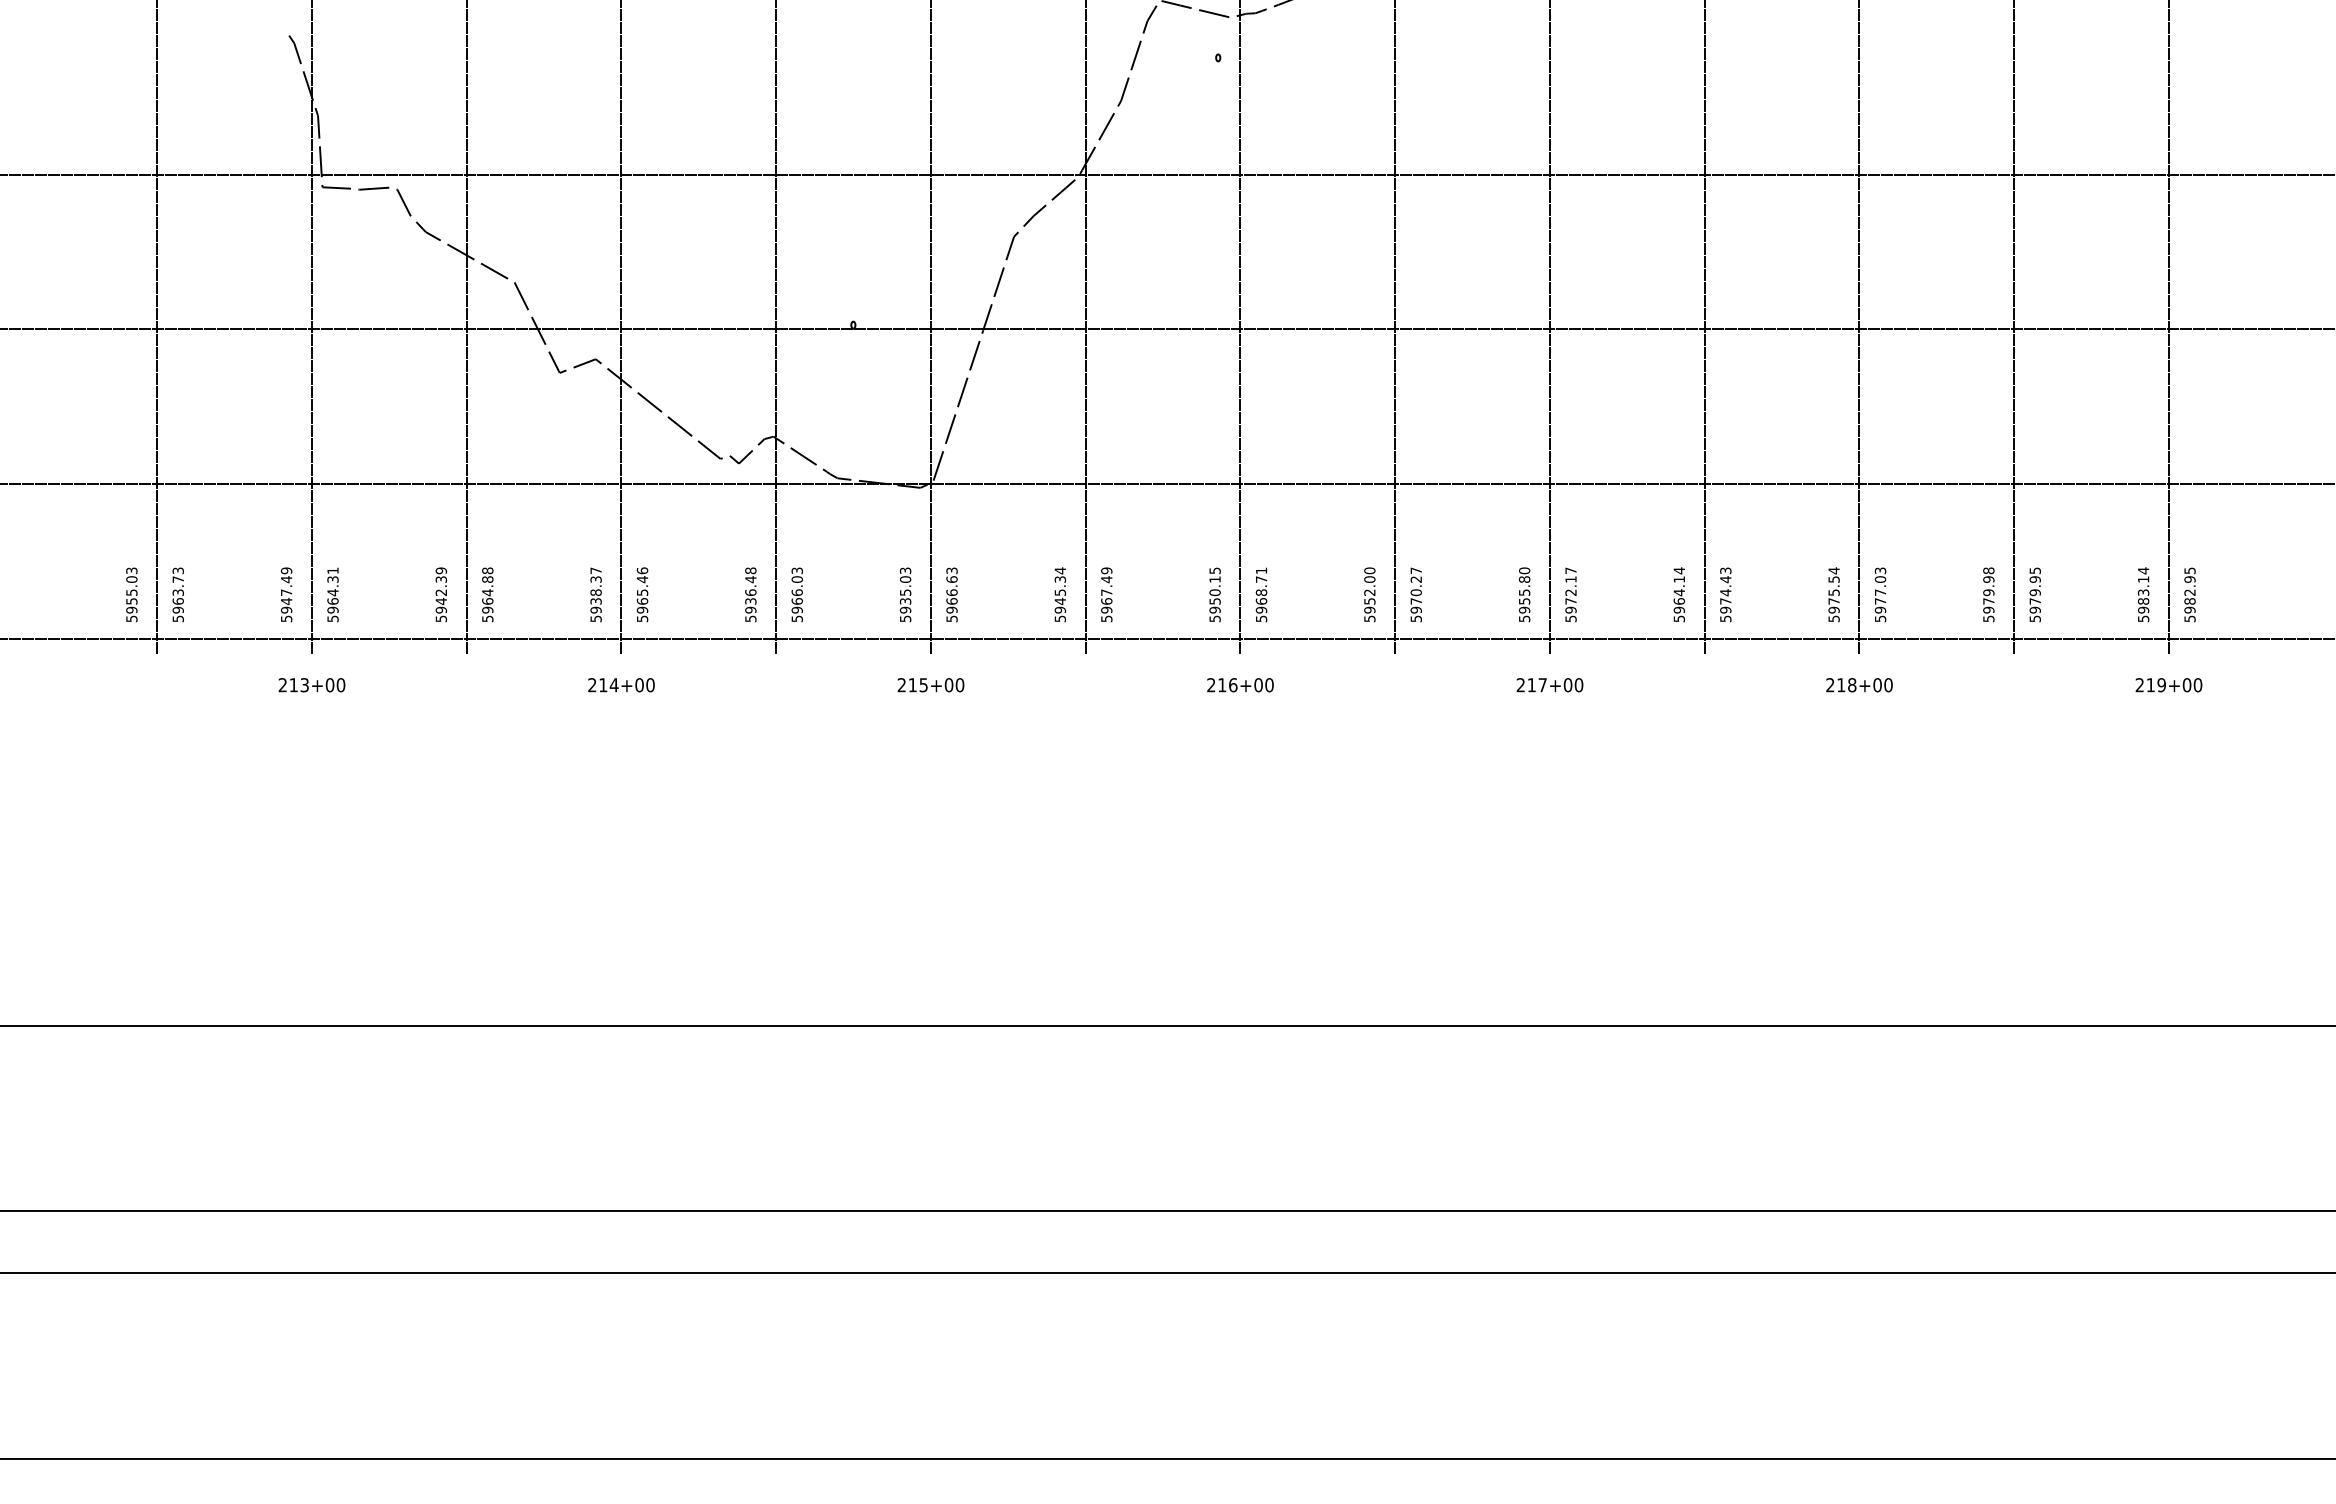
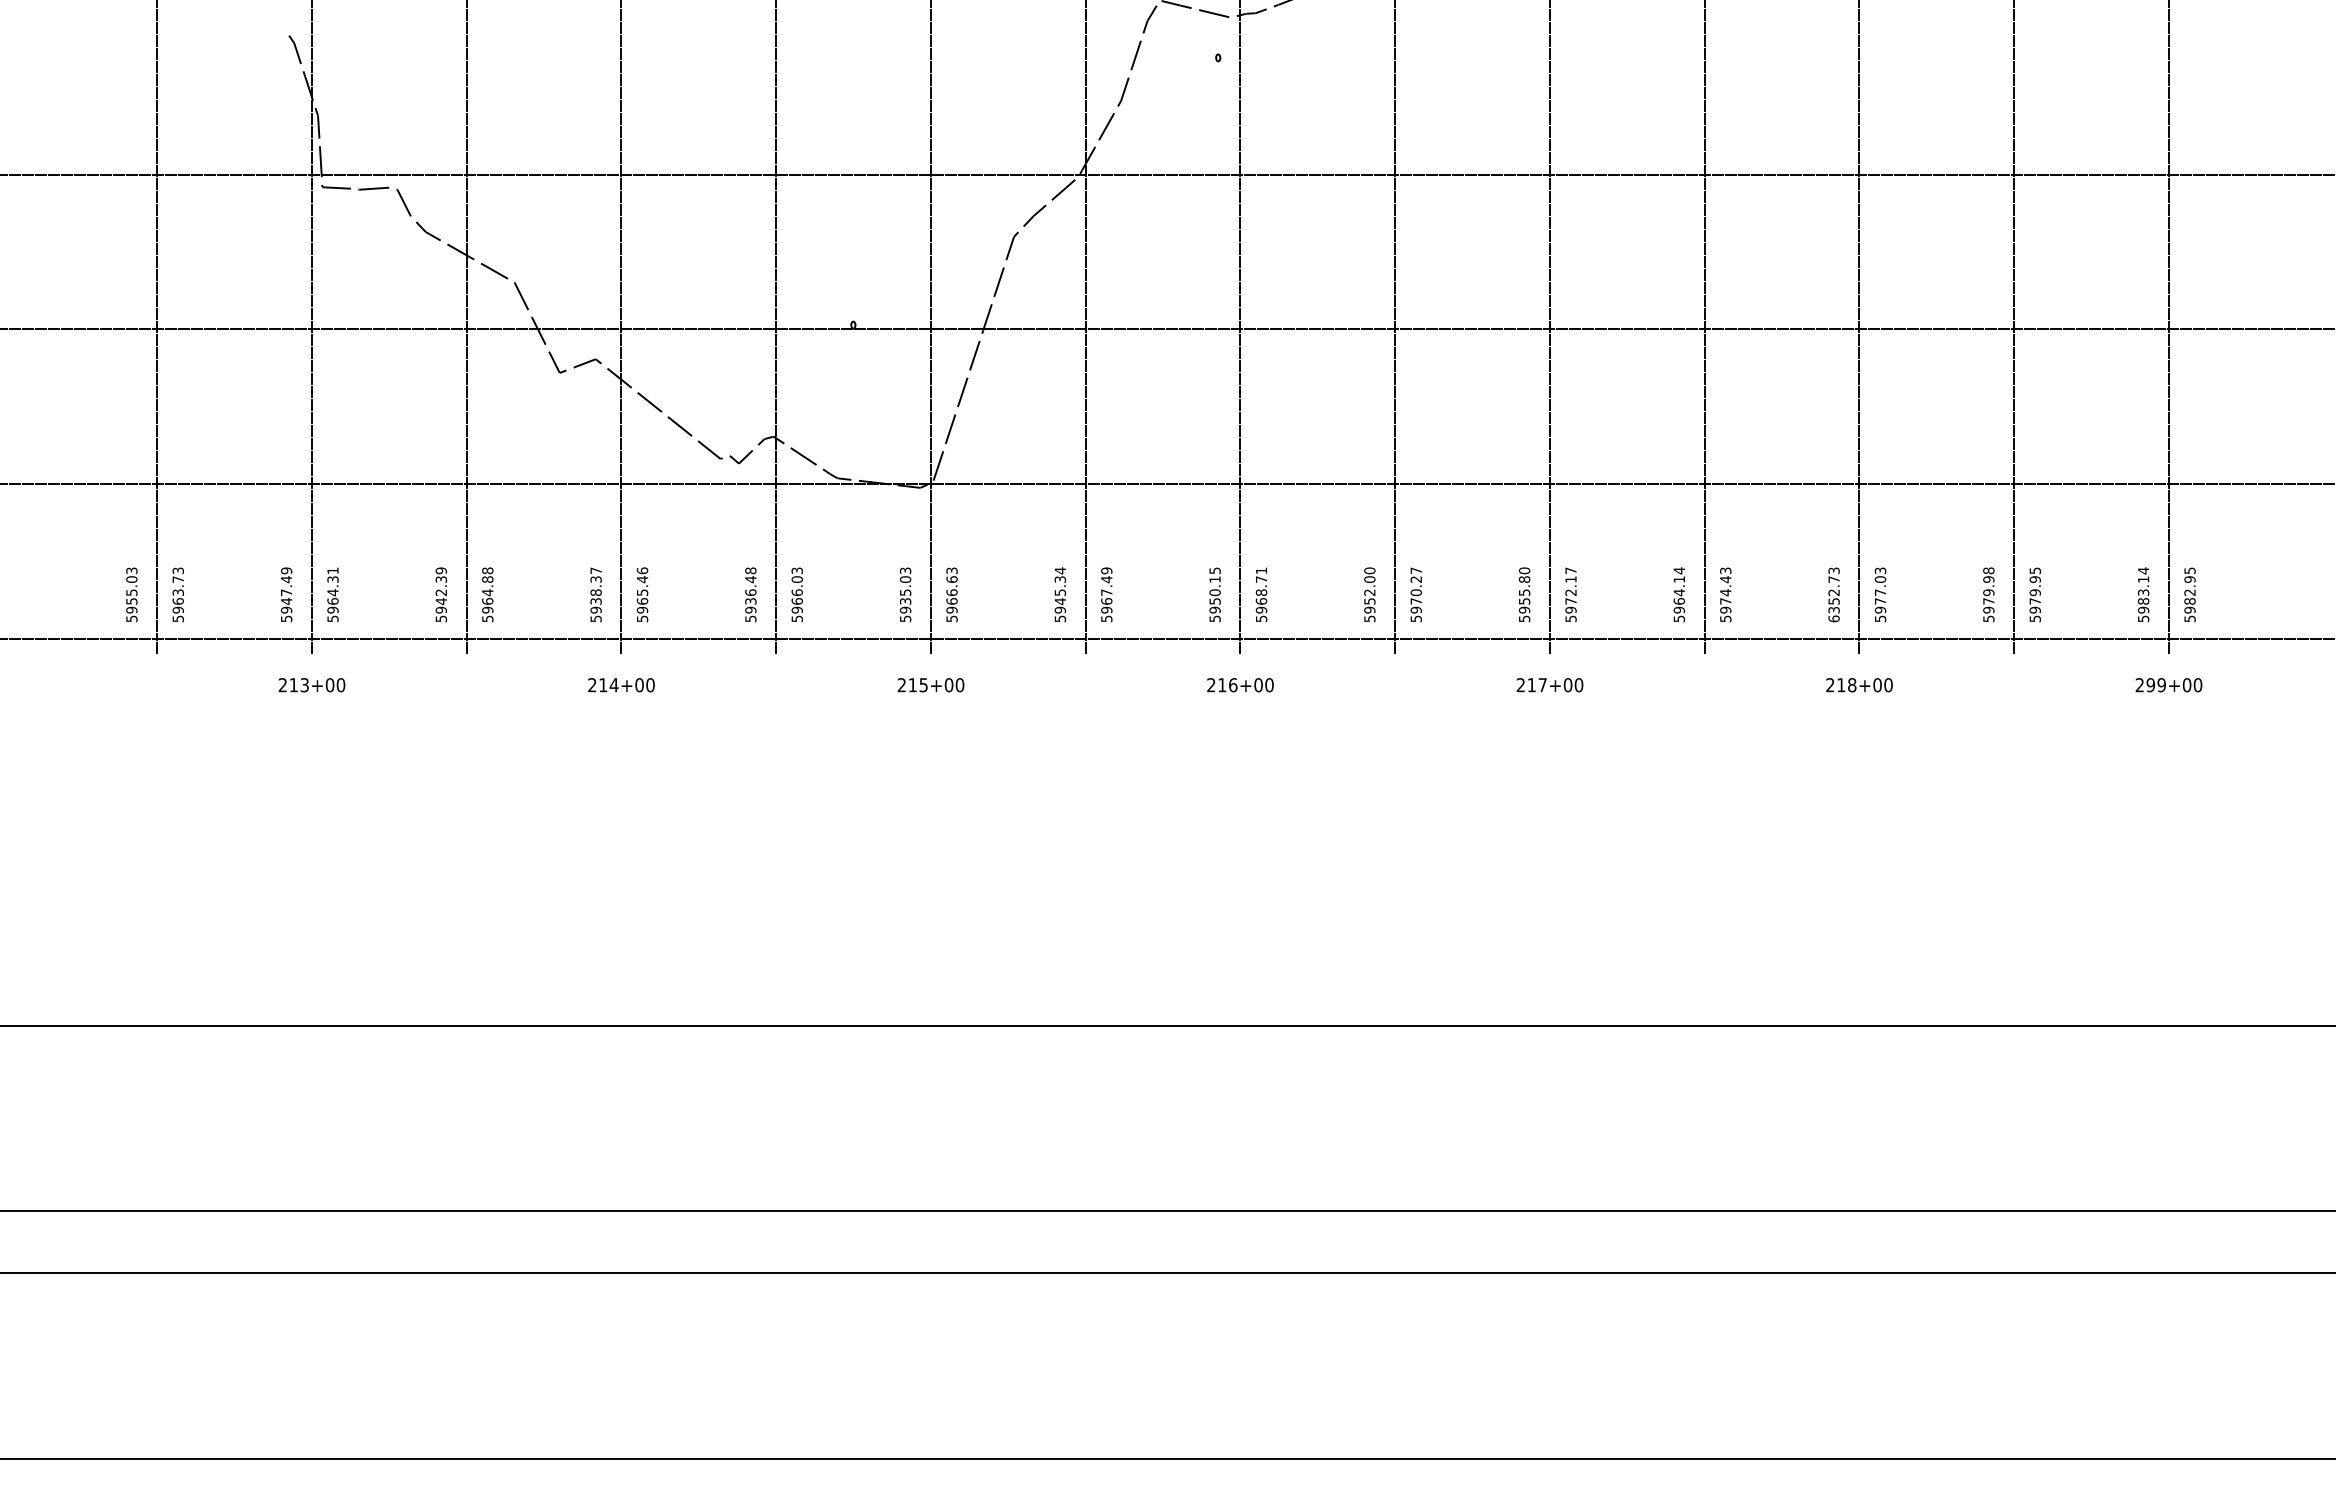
text at (1833, 594): 5975.54 -> 6352.73
text at (2150, 685): 219+00 -> 299+00
